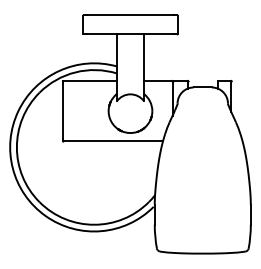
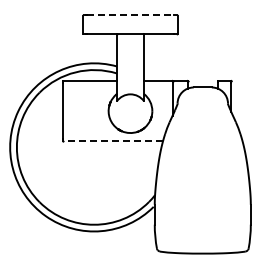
line at (130, 15): solid -> dashed
line at (113, 141): solid -> dashed
